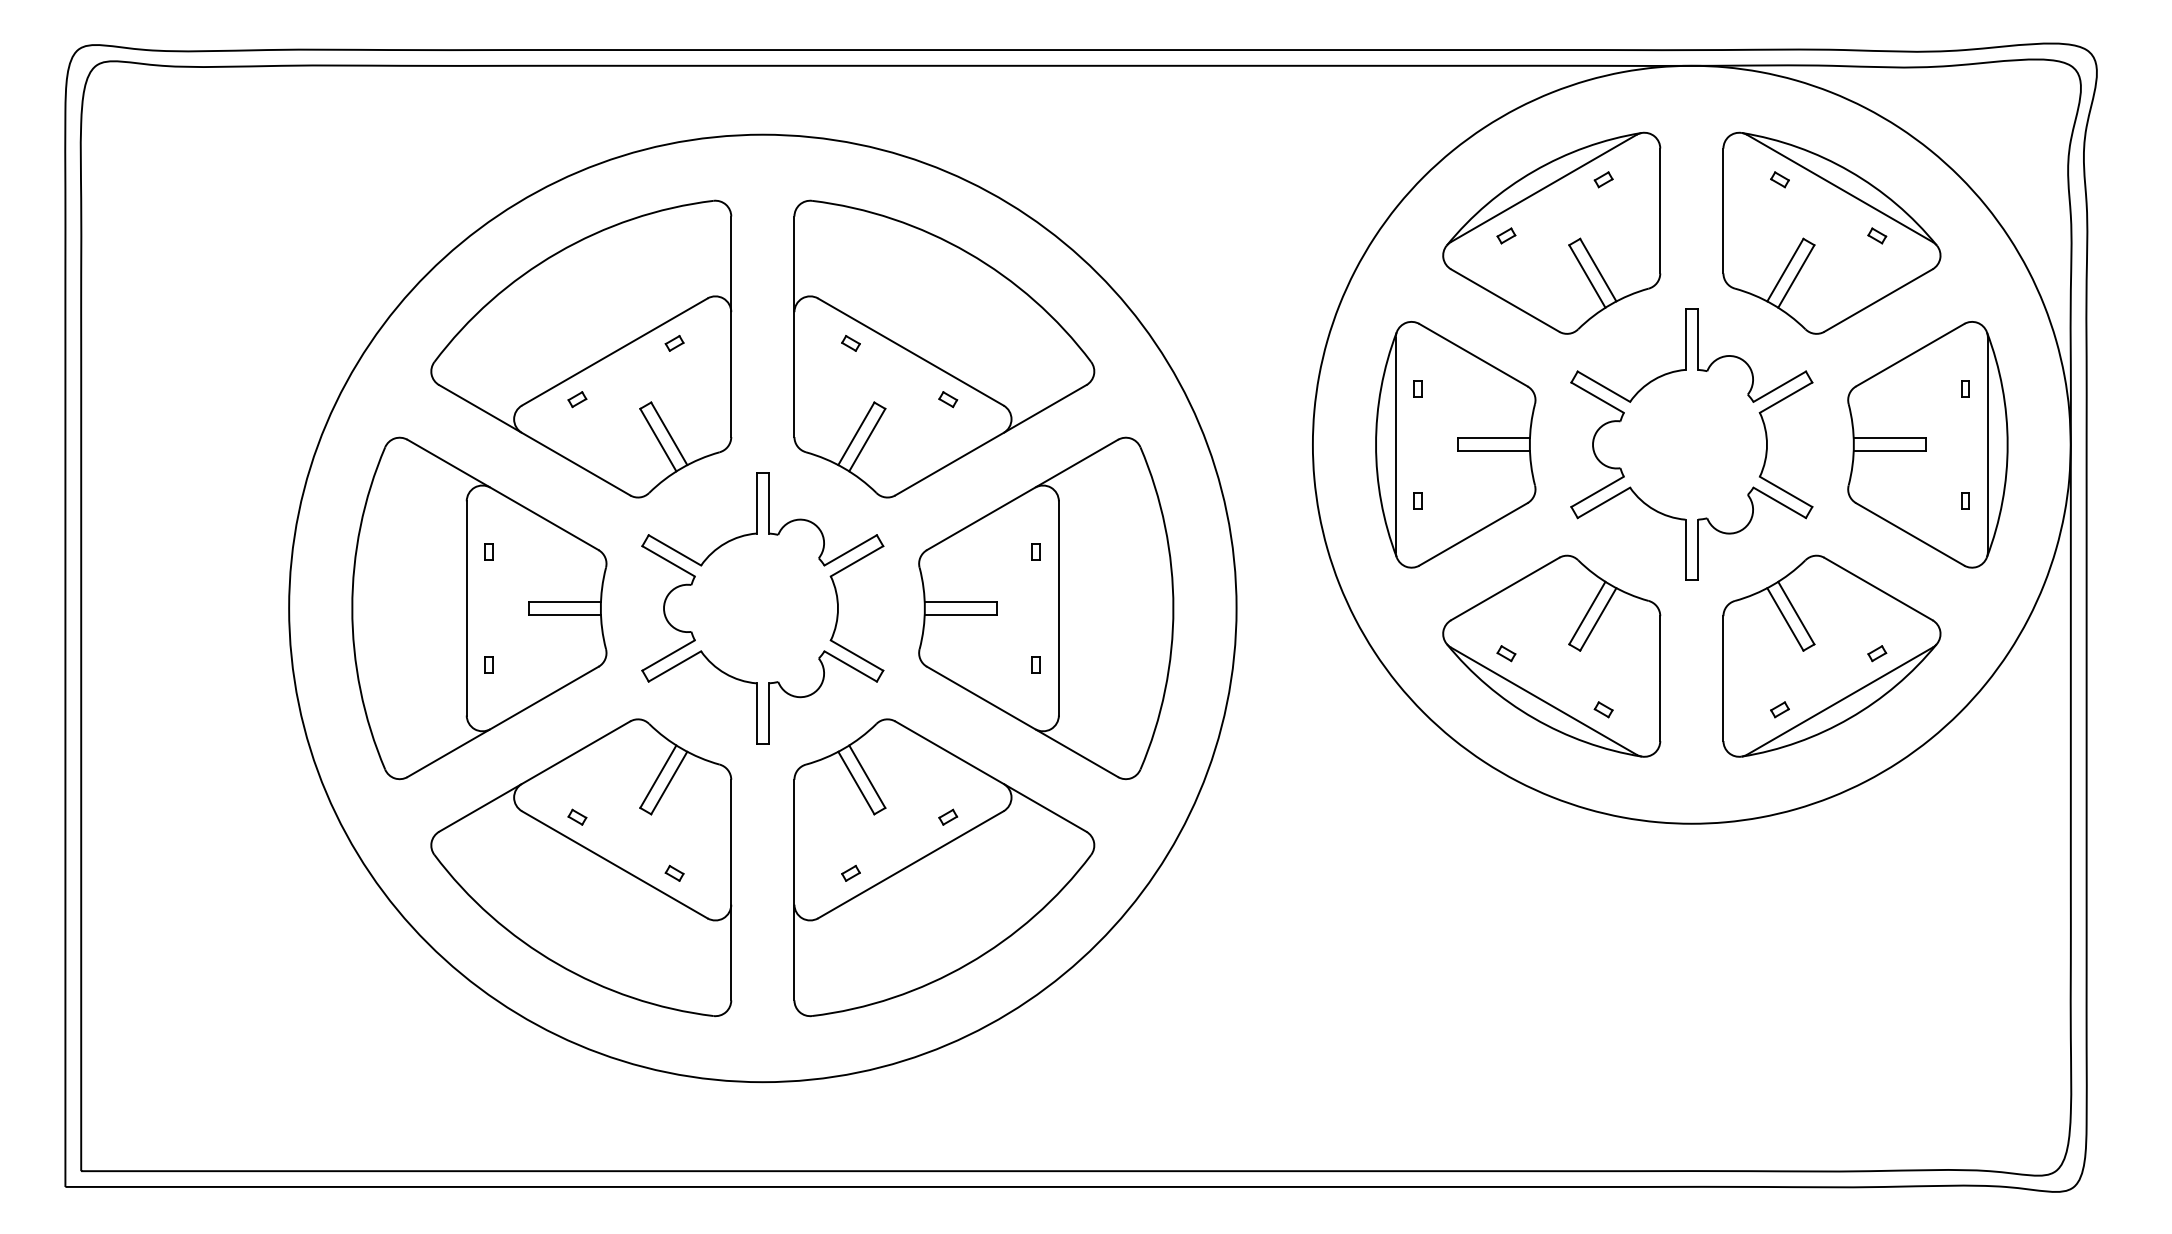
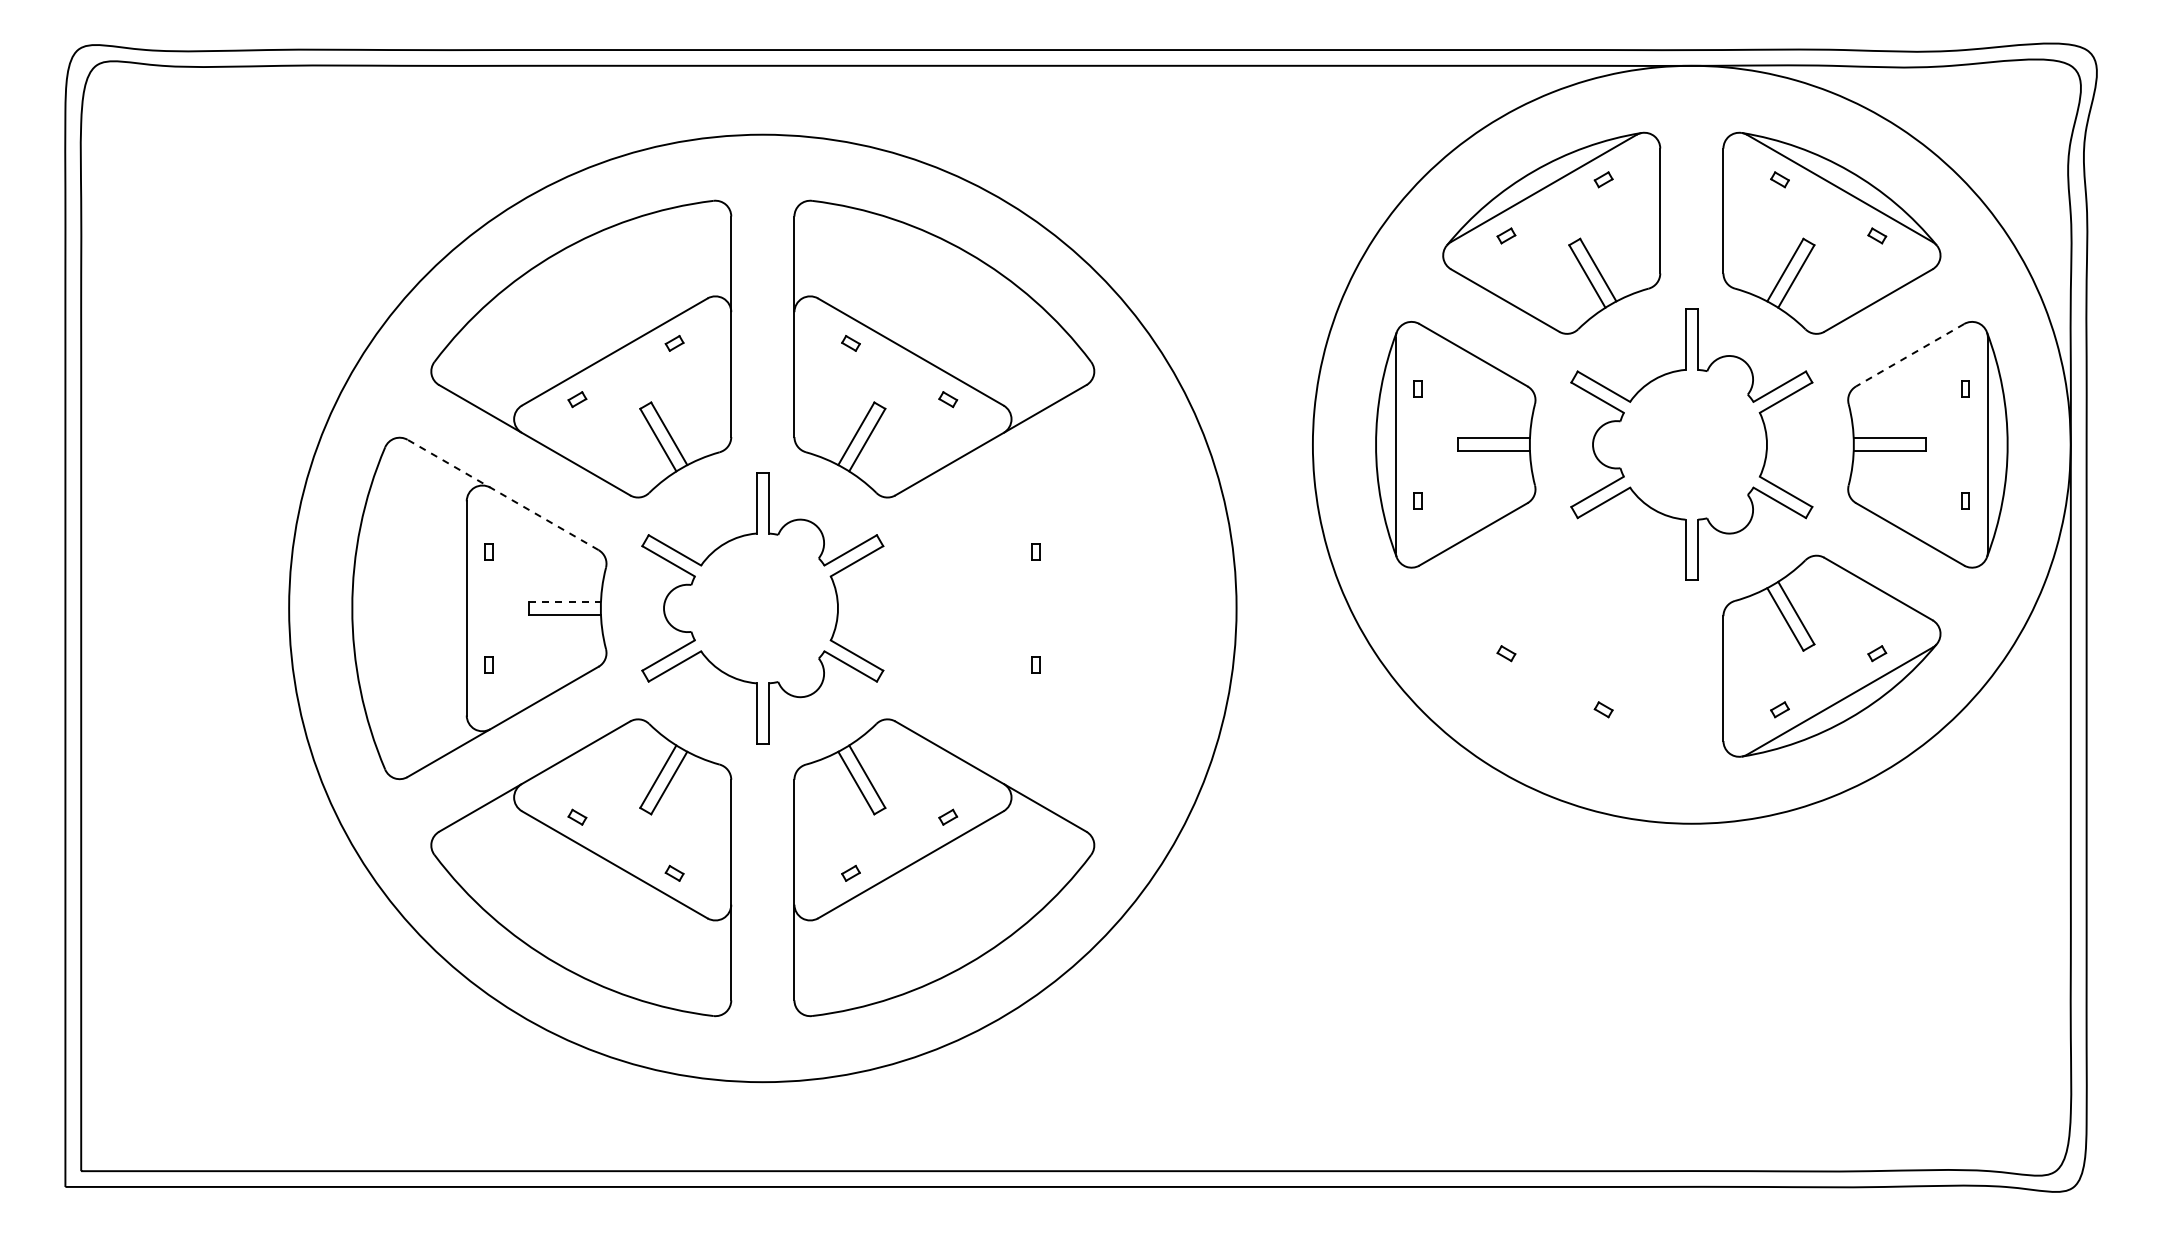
line at (1909, 355): solid -> dashed
line at (502, 494): solid -> dashed
line at (565, 602): solid -> dashed
part at (1046, 608): present -> none
part at (1551, 655): present -> none
